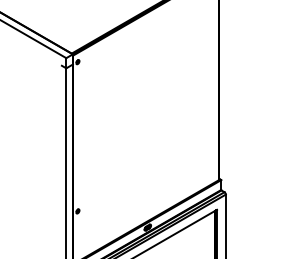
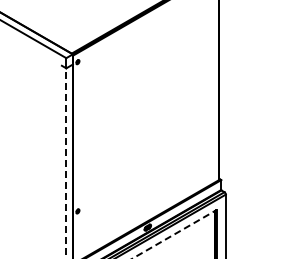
line at (66, 163): solid -> dashed
line at (174, 234): solid -> dashed
